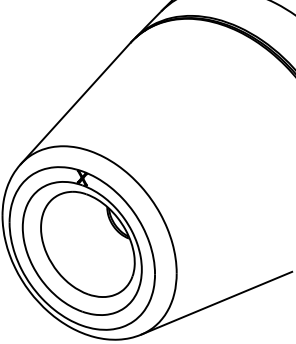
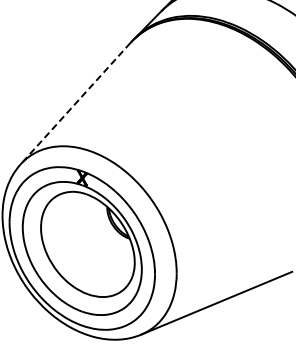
line at (75, 103): solid -> dashed
